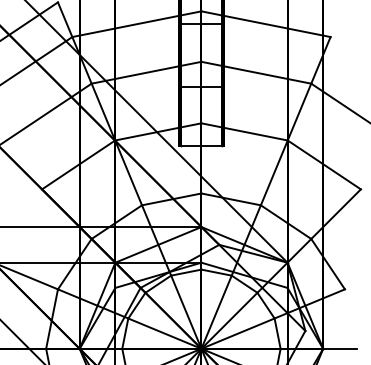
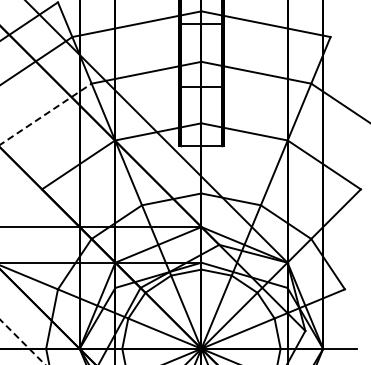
line at (45, 114): solid -> dashed
line at (22, 342): solid -> dashed
